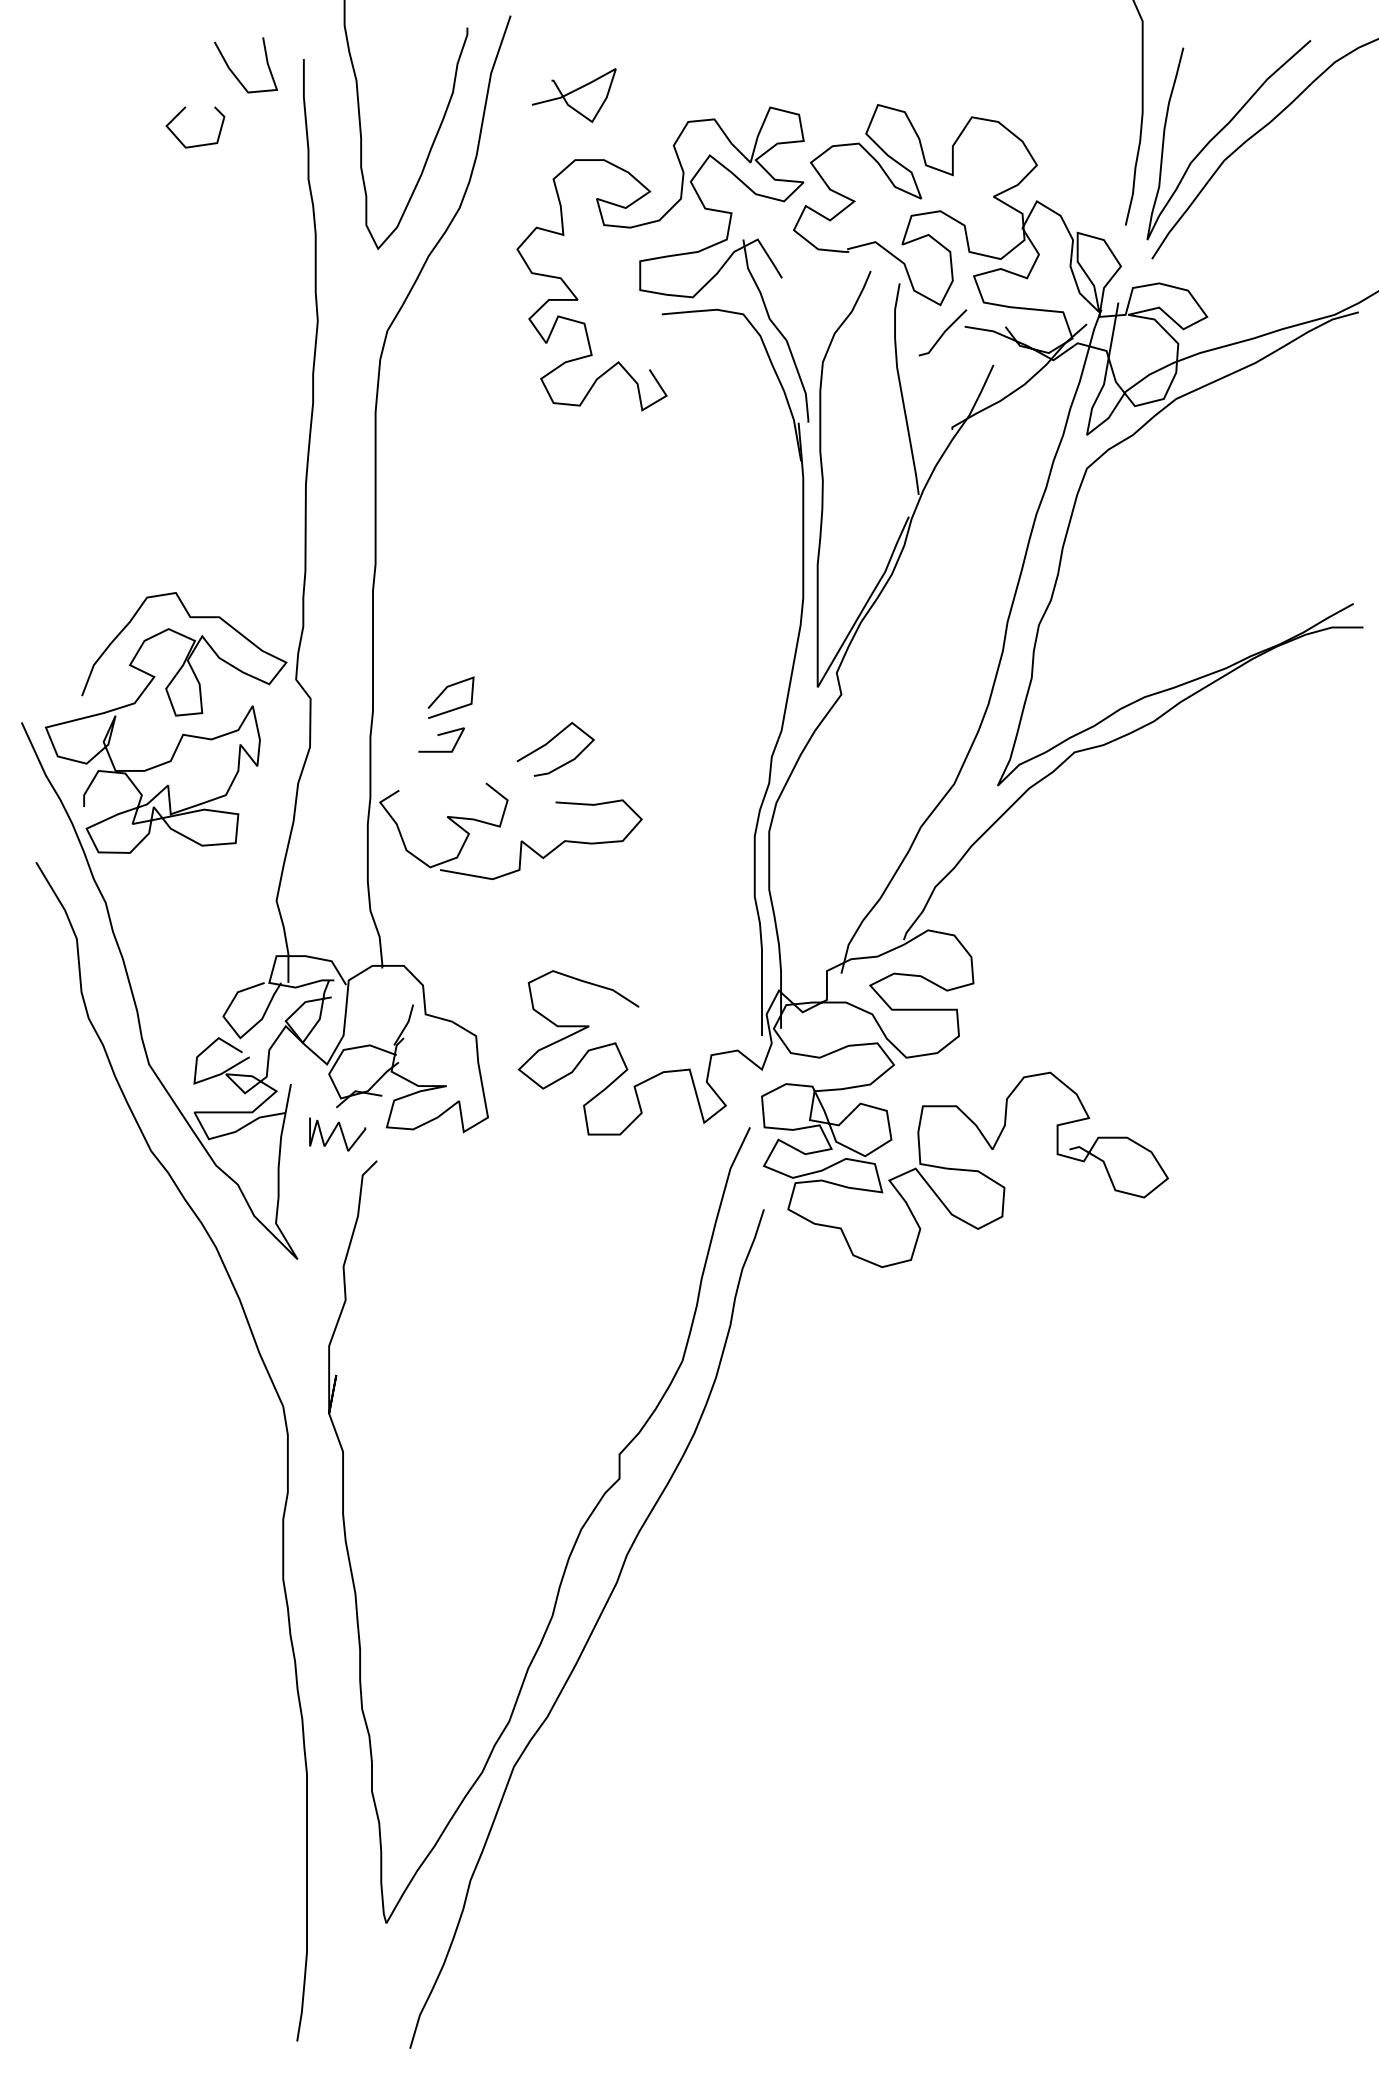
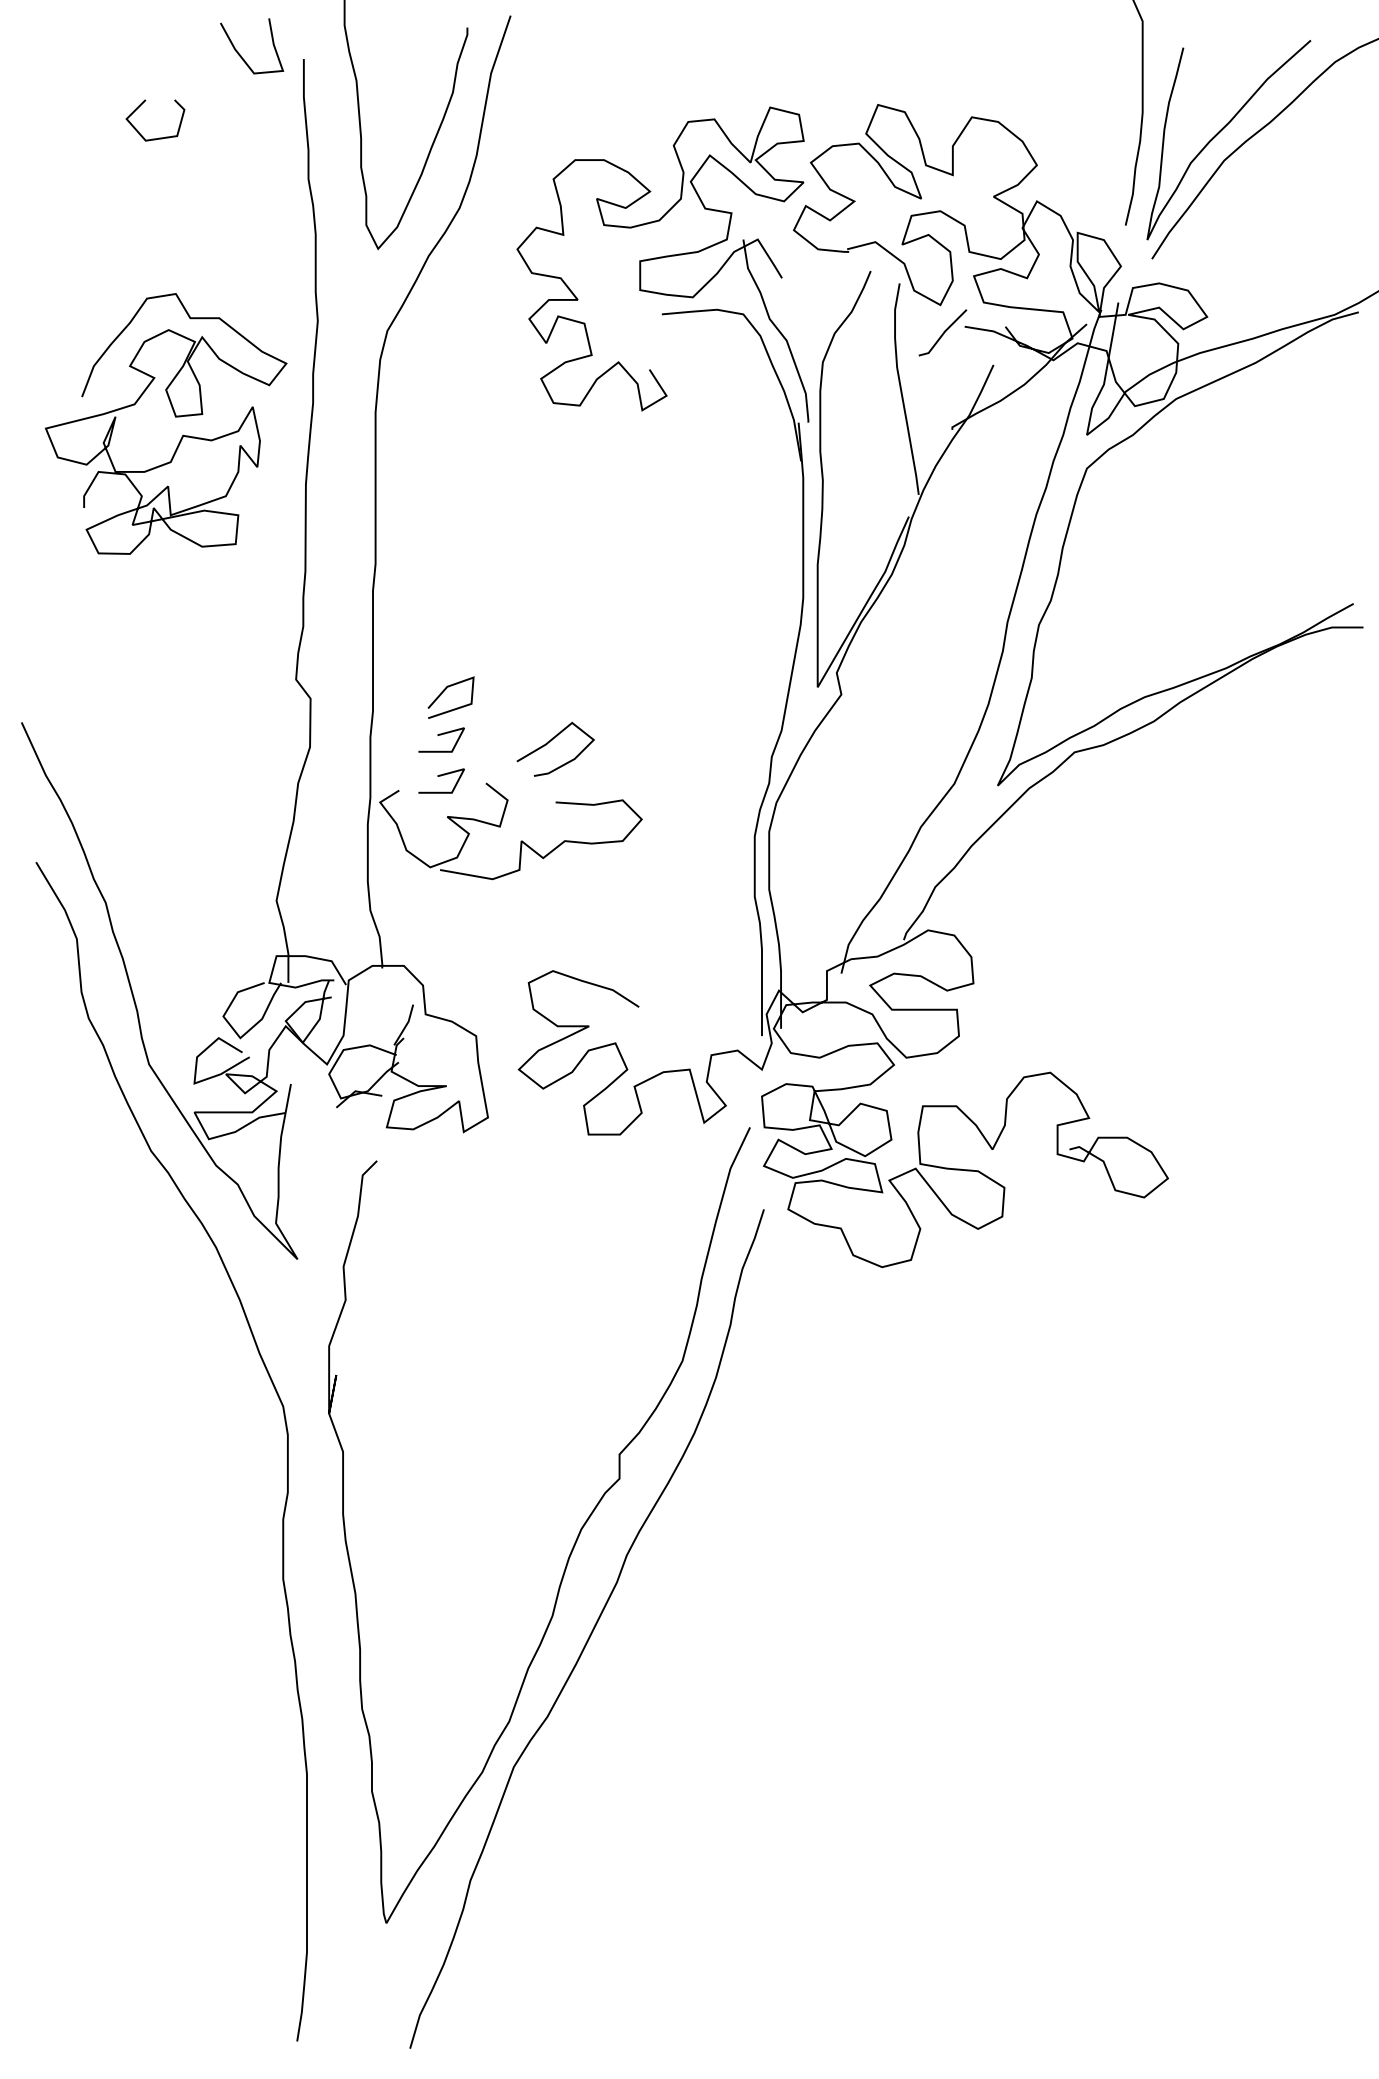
curve at (235, 74) position: (235, 74) -> (241, 55)
curve at (571, 93): present -> none
curve at (198, 144) position: (198, 144) -> (158, 137)
curve at (174, 715) position: (174, 715) -> (174, 416)
line at (441, 776): none -> present
curve at (333, 1133): present -> none
